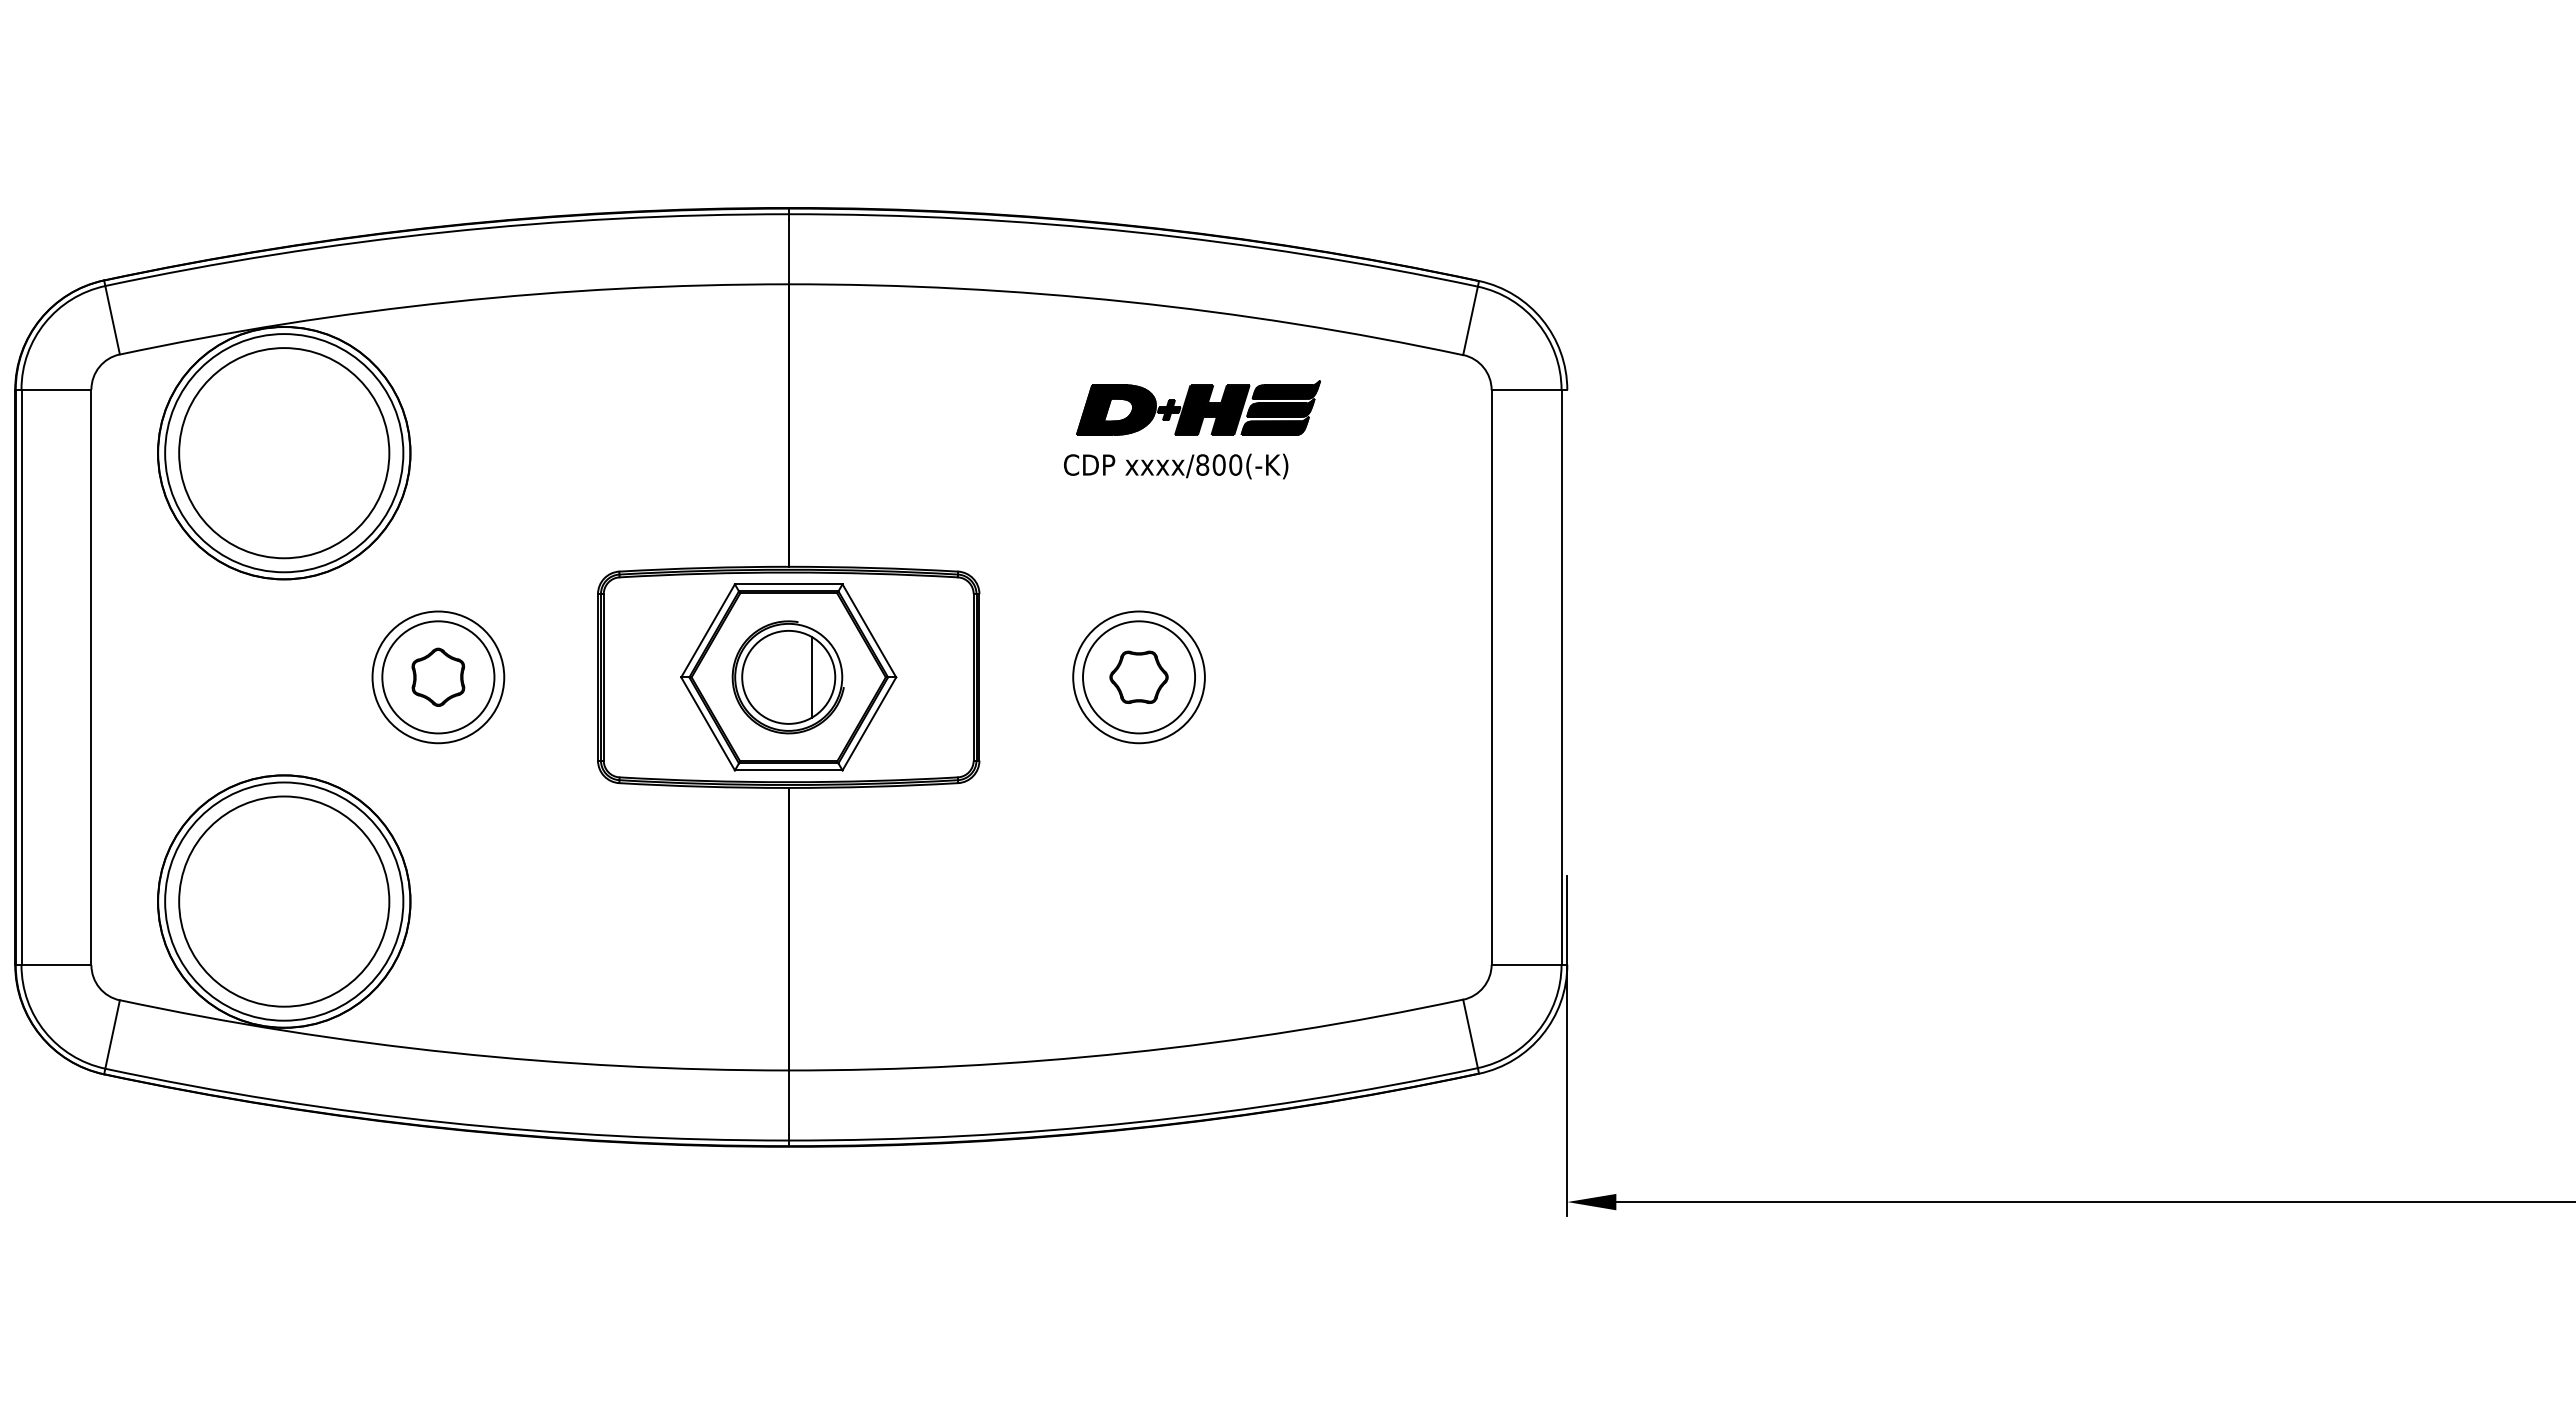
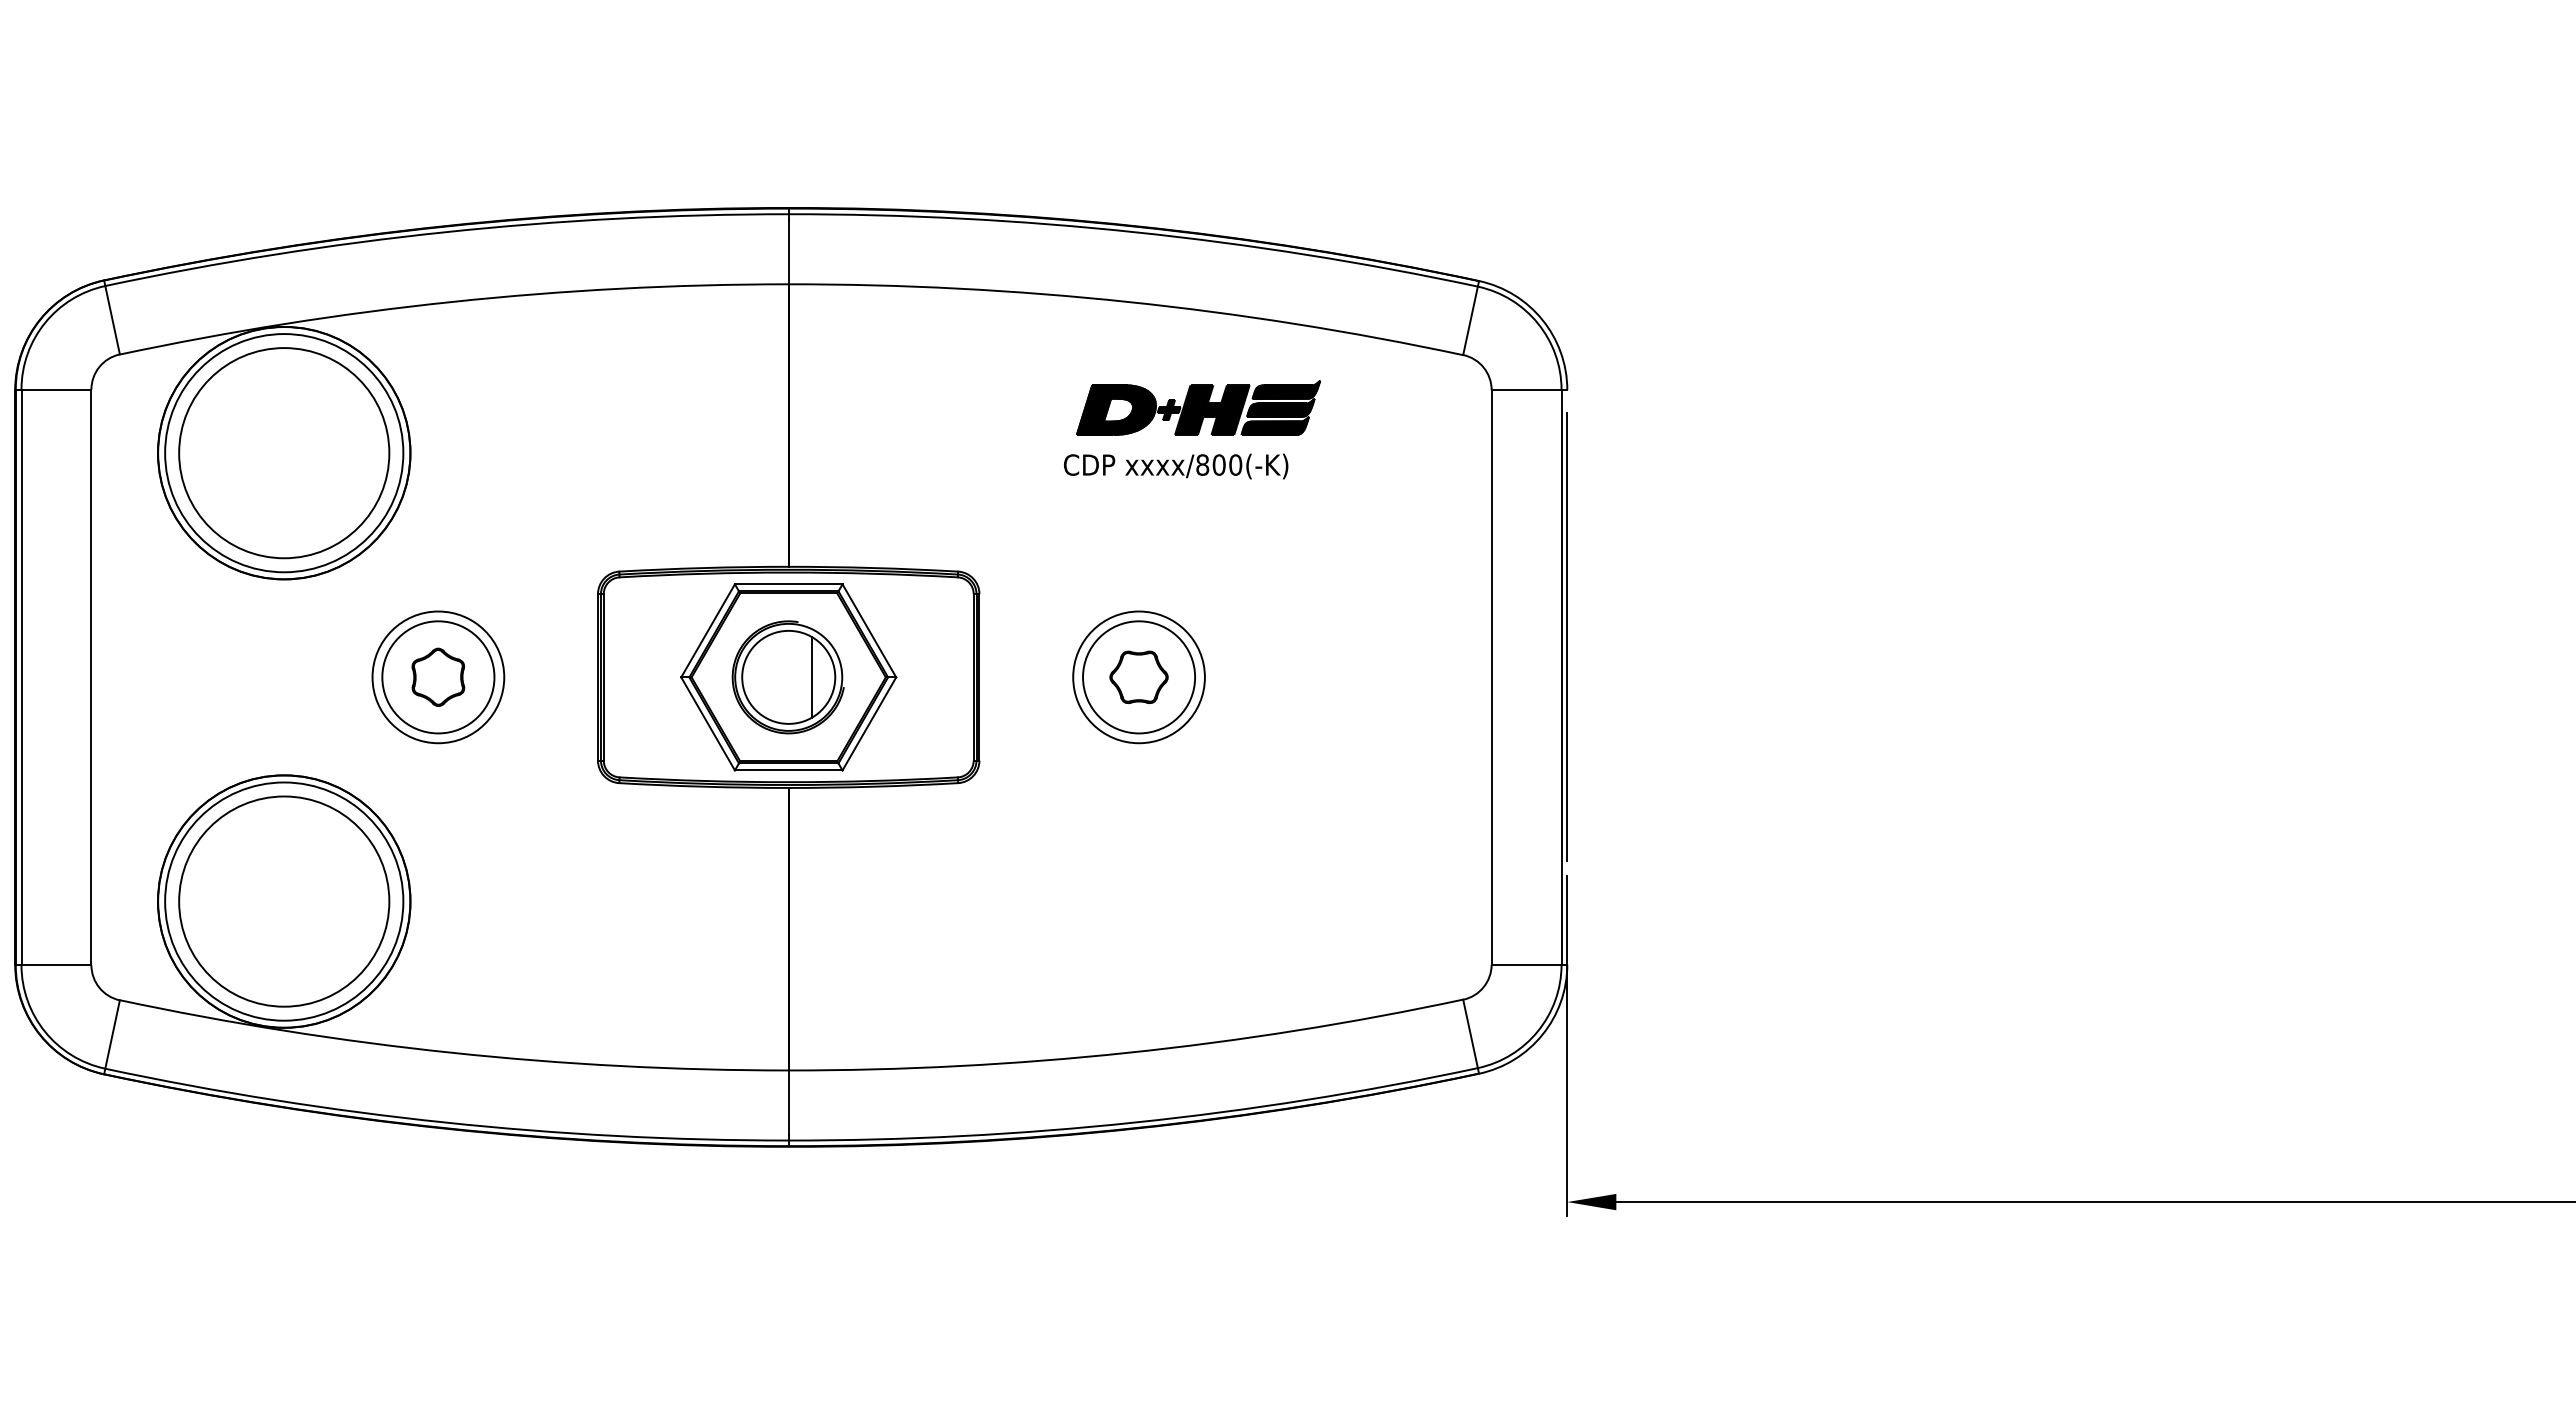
line at (1567, 637): none -> present
